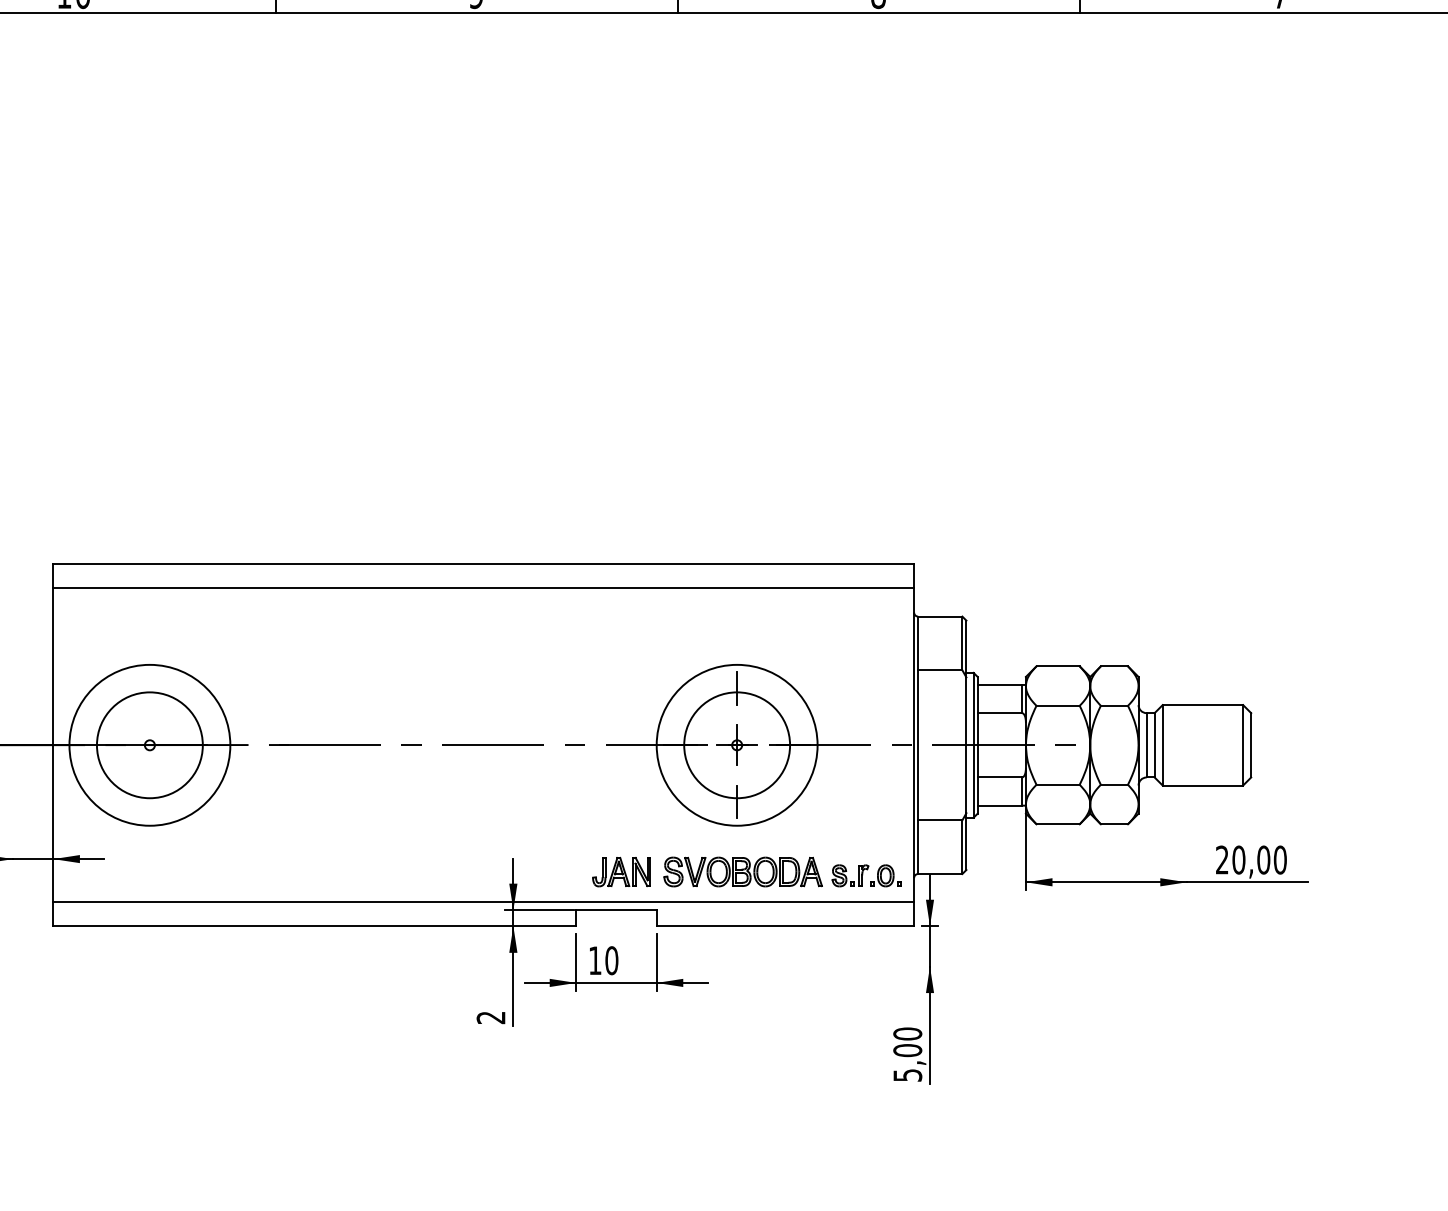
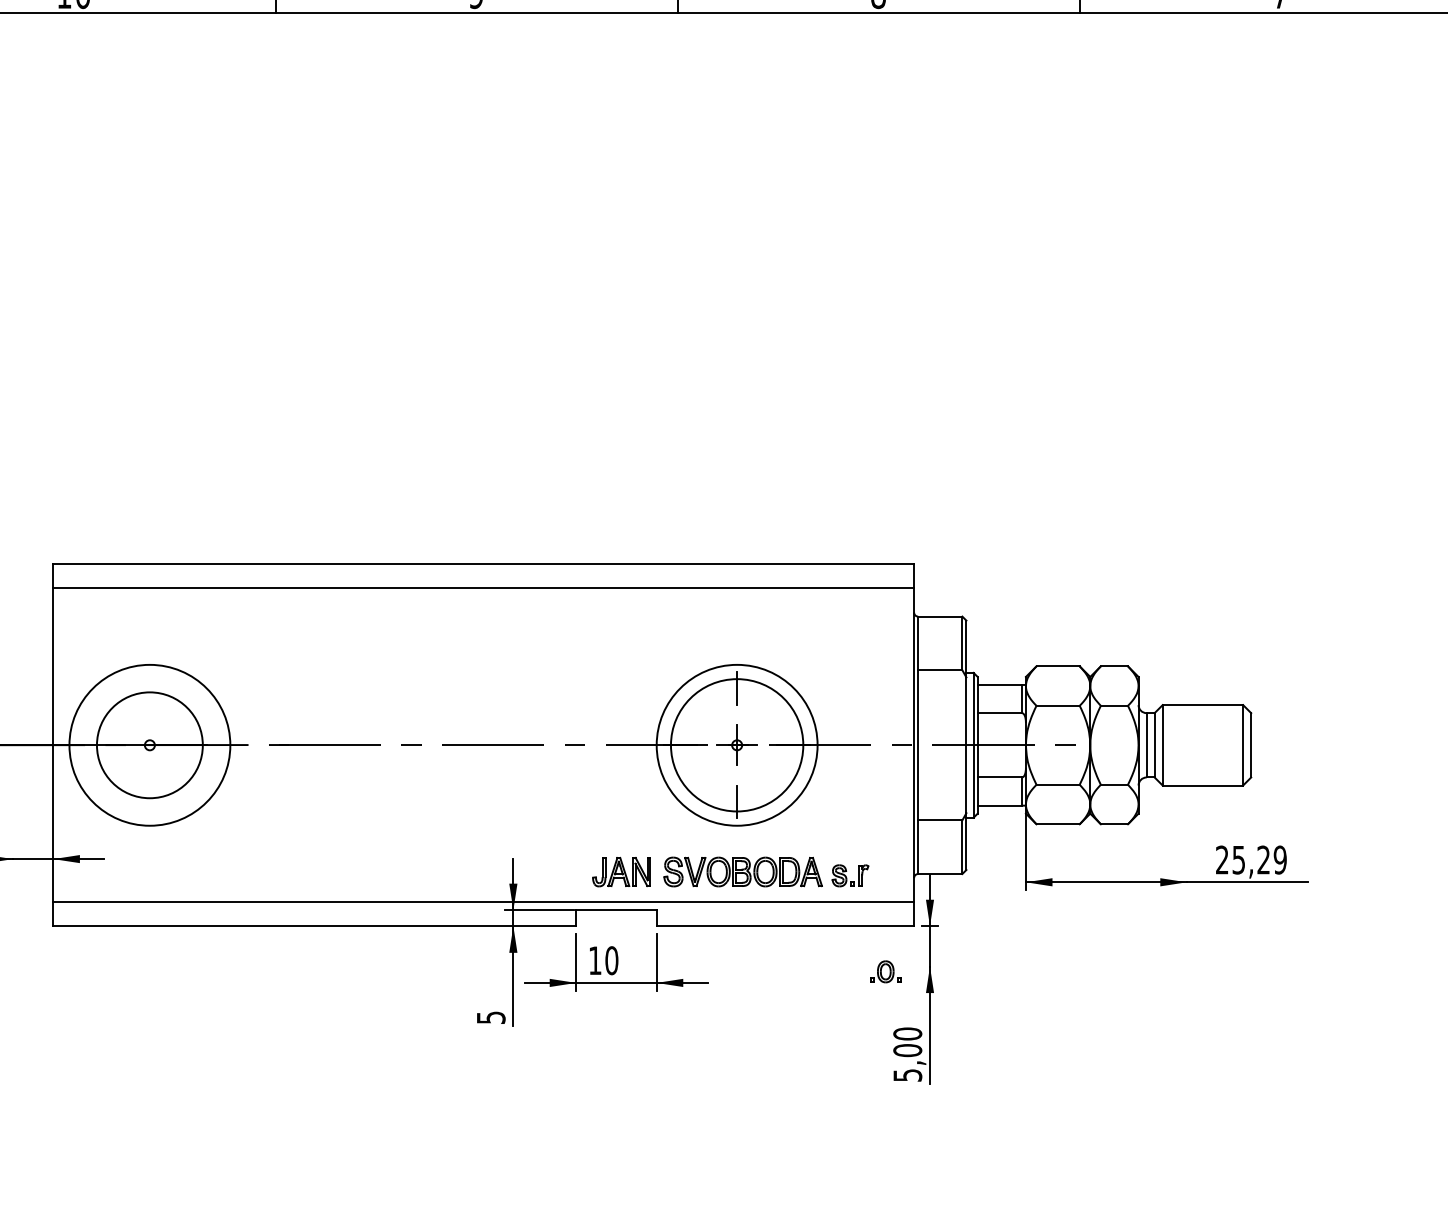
circle at (737, 745) diameter: 106 px -> 132 px
text at (1259, 859): 20,00 -> 25,29
part at (885, 875) position: (885, 875) -> (885, 971)
text at (490, 1017): 2 -> 5
